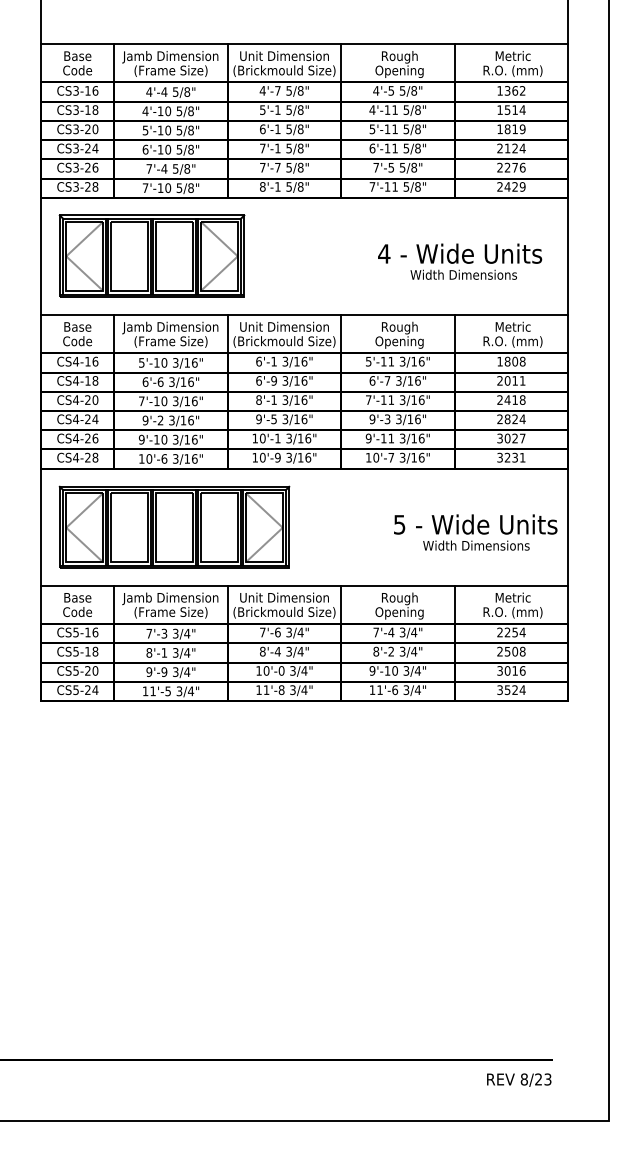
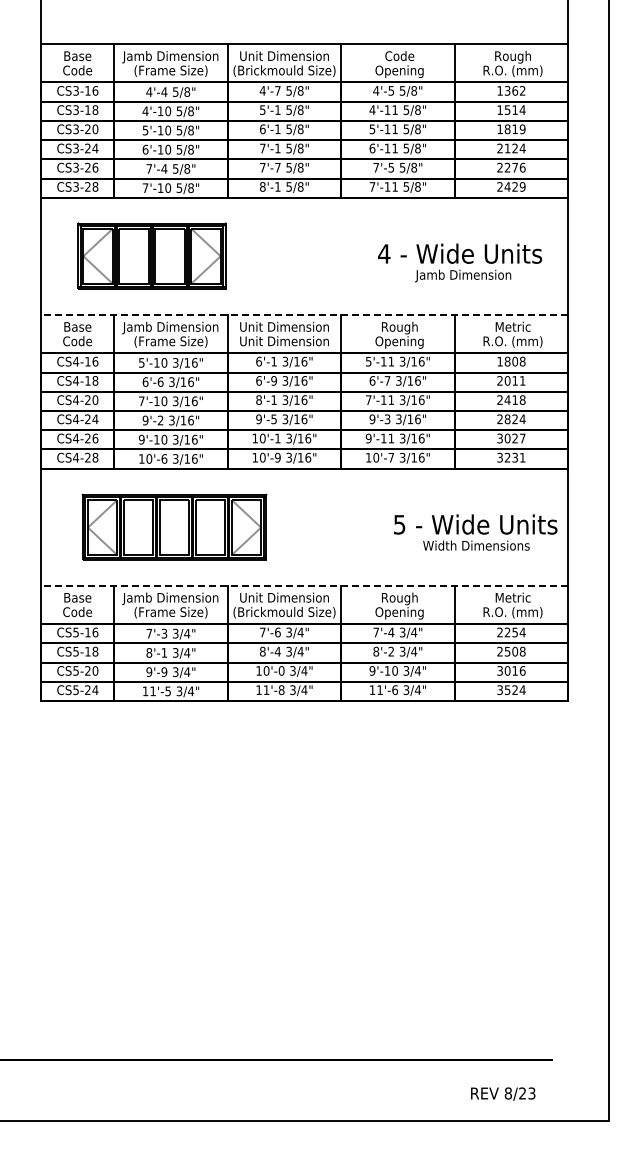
text at (399, 57): Rough -> Code
text at (512, 57): Metric -> Rough
part at (151, 255) size: 188x84 px -> 150x68 px
text at (463, 275): Width Dimensions -> Jamb Dimension
line at (304, 314): solid -> dashed
text at (284, 341): (Brickmould Size) -> Unit Dimension
part at (174, 526) size: 233x84 px -> 187x68 px
line at (304, 585): solid -> dashed
text at (519, 1079) position: (519, 1079) -> (503, 1093)
